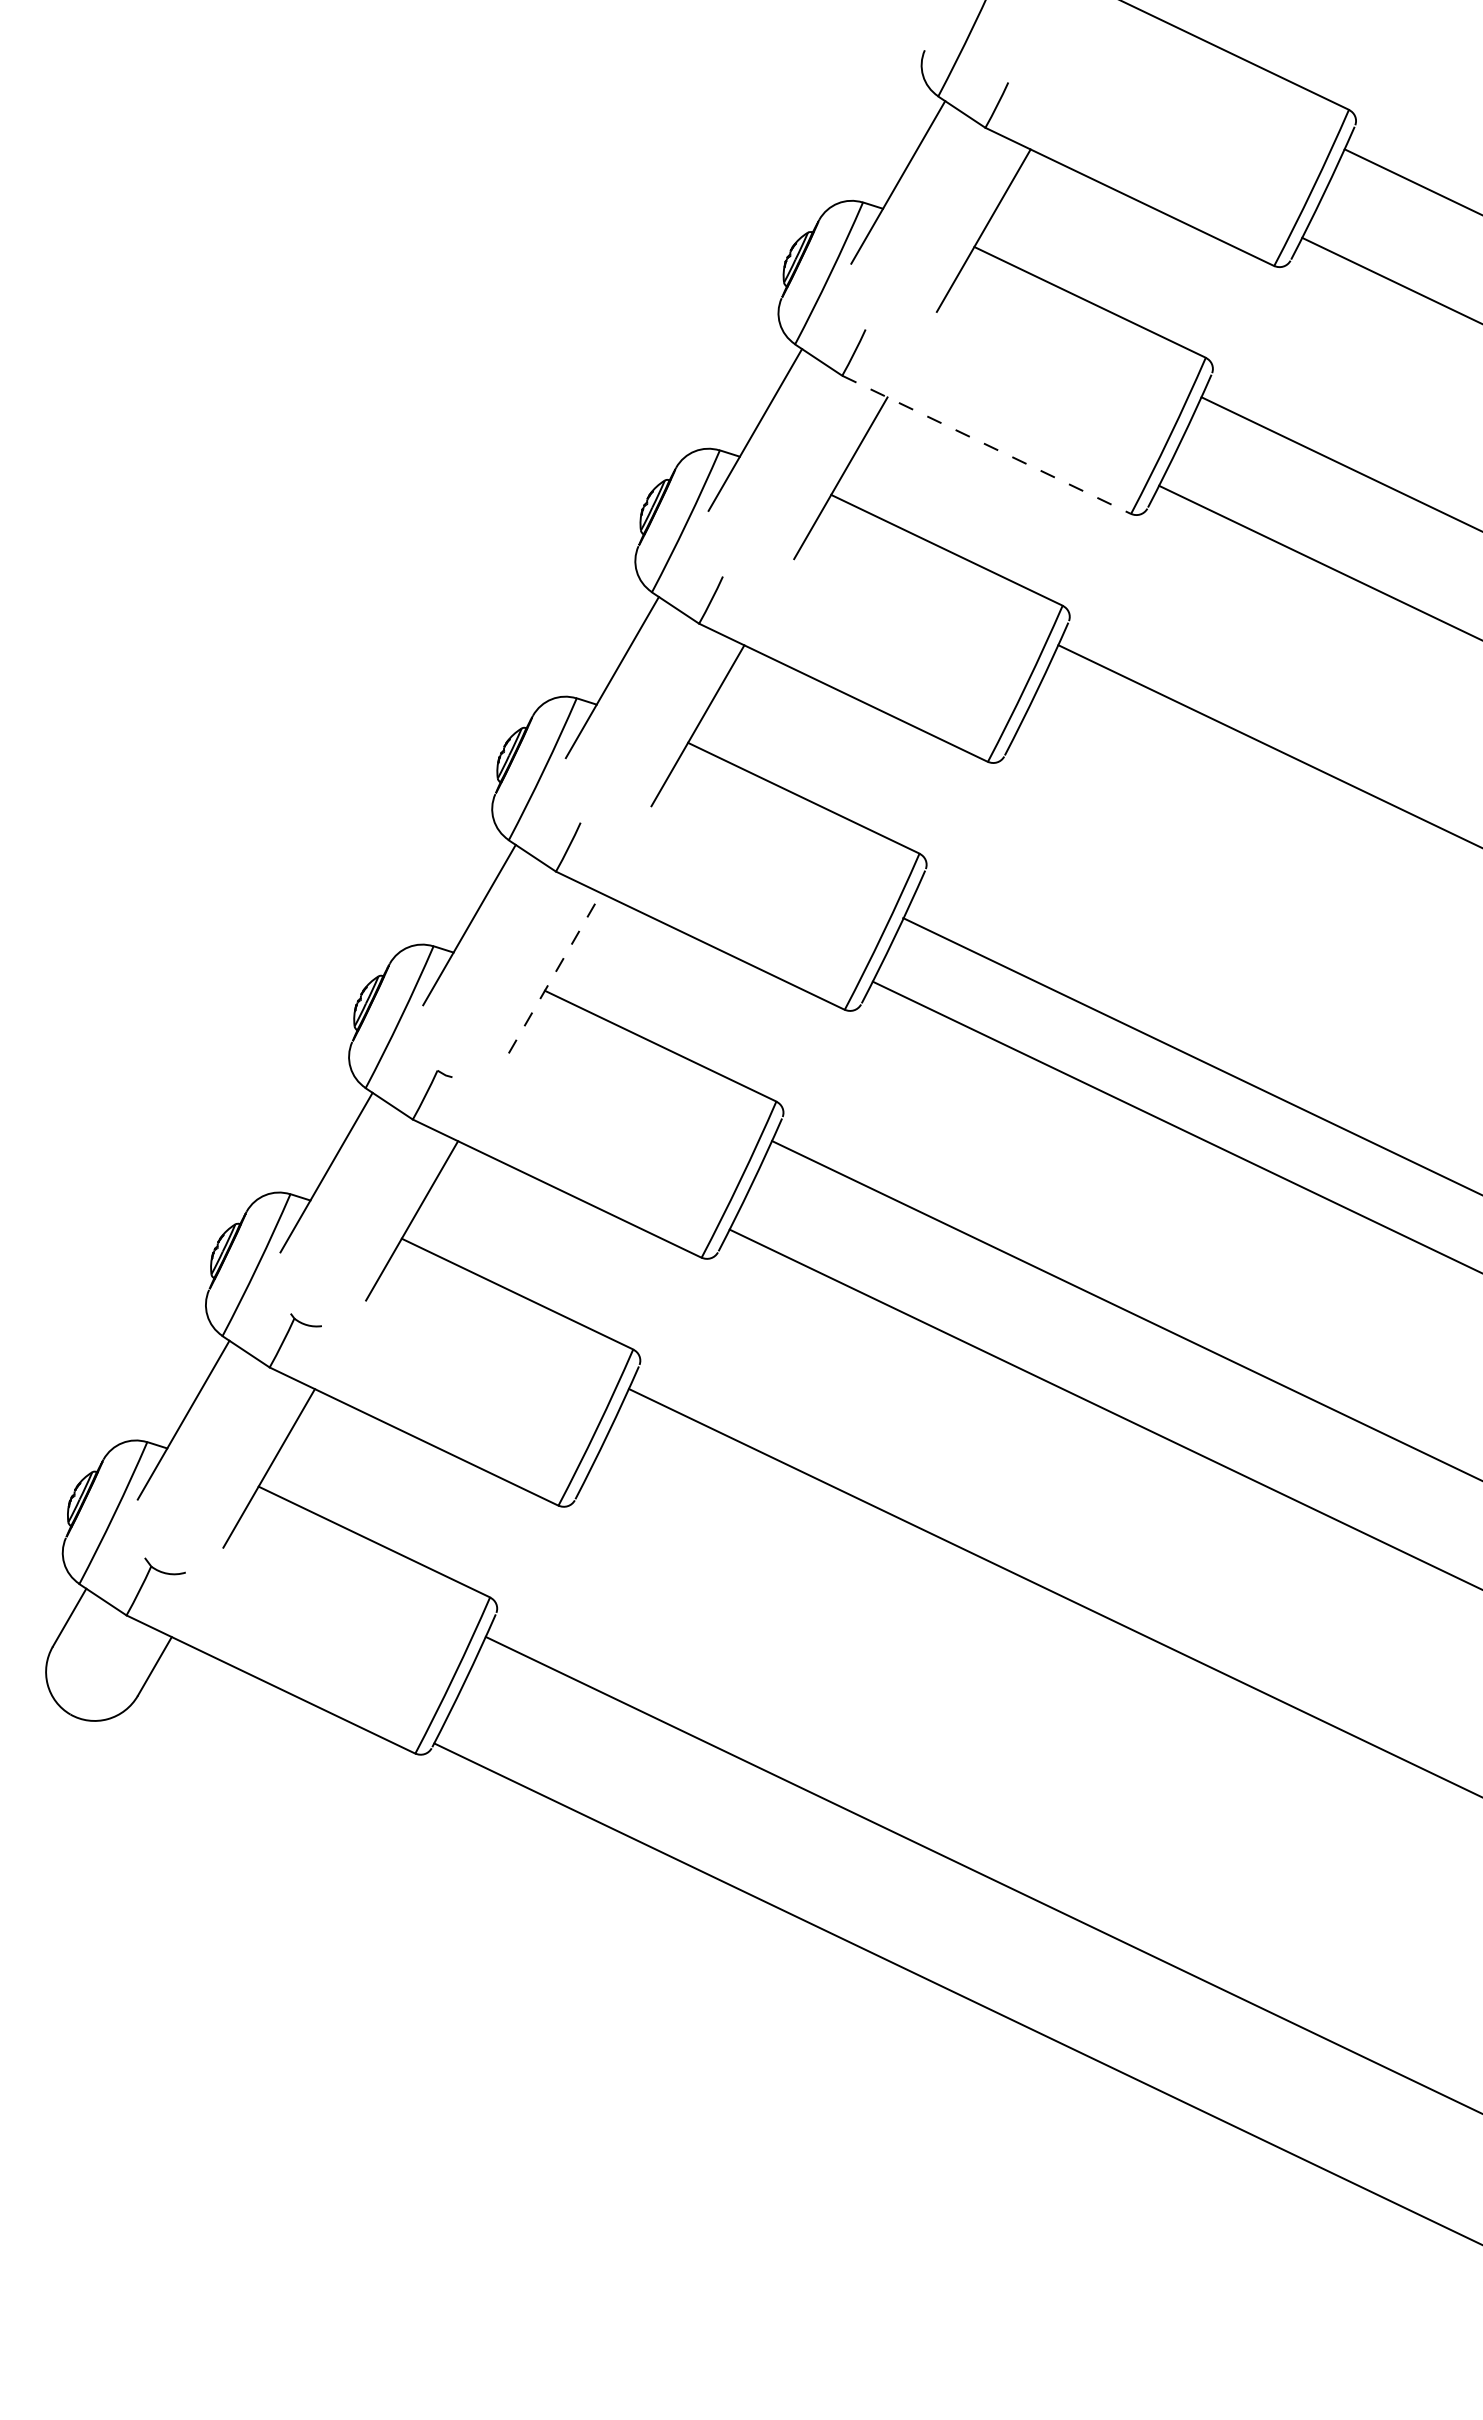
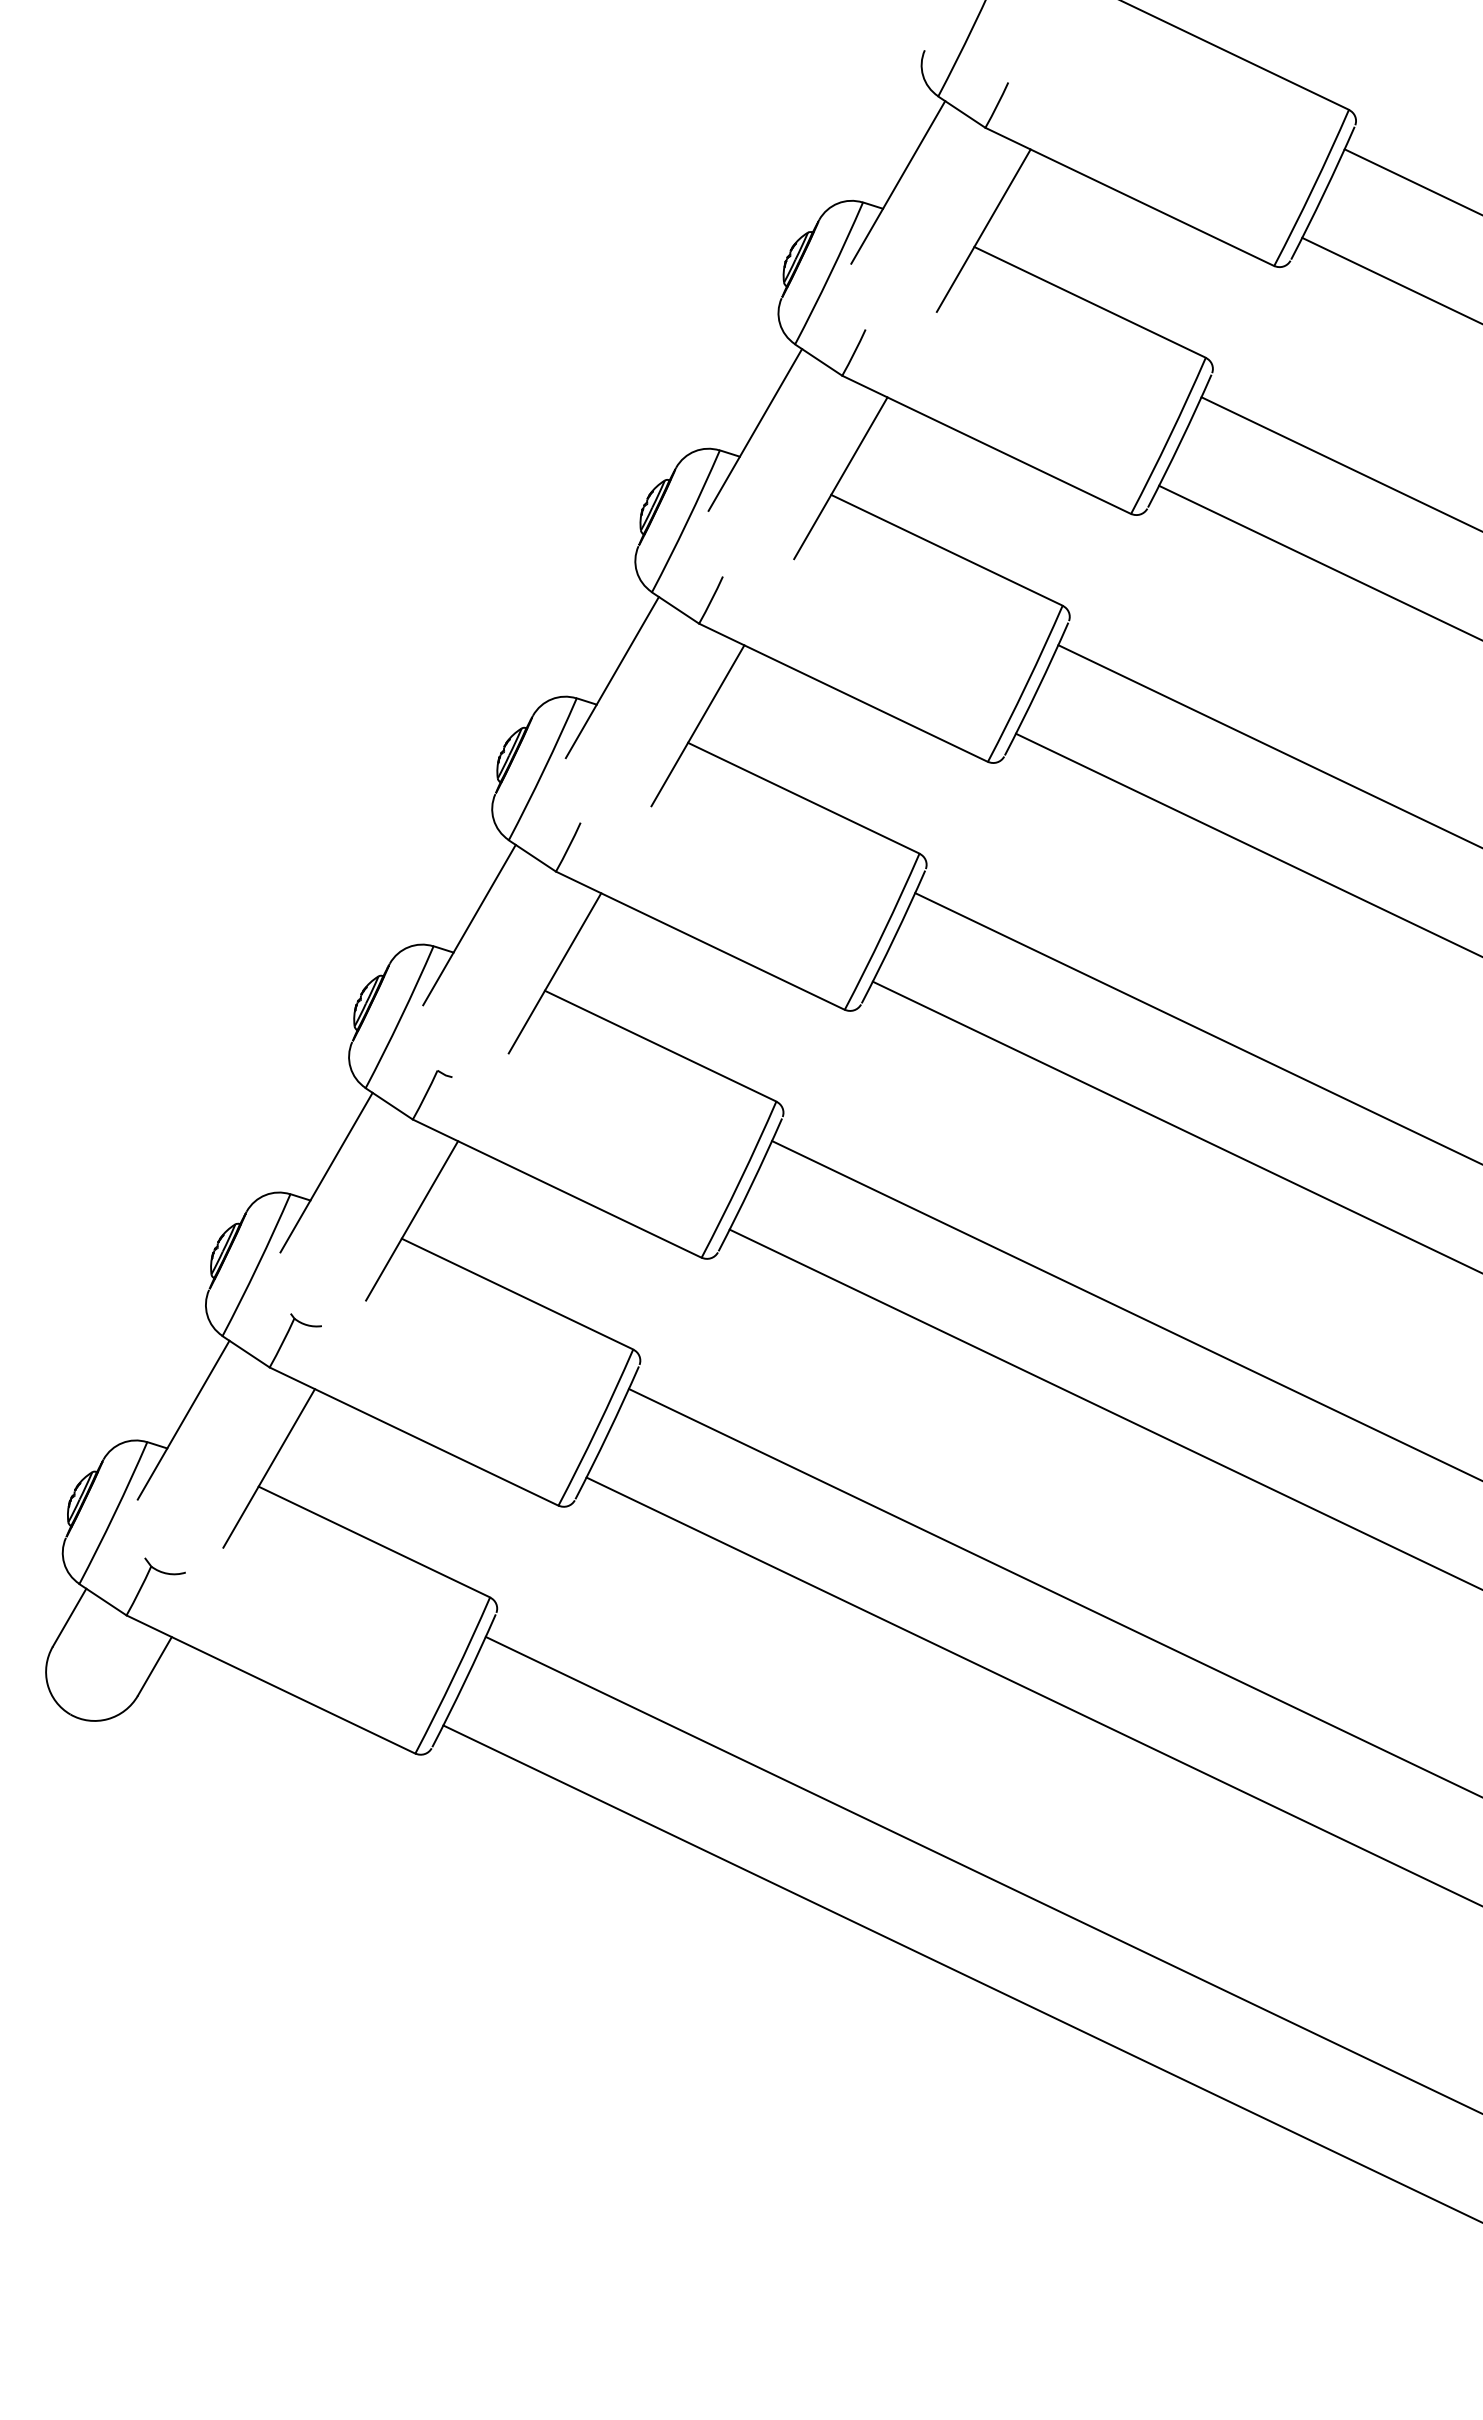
line at (987, 445): dashed -> solid
line at (1247, 844): none -> present
line at (555, 972): dashed -> solid
line at (1191, 1056) position: (1191, 1056) -> (1197, 1028)
line at (1032, 1691): none -> present
line at (956, 1993) position: (956, 1993) -> (961, 1973)
